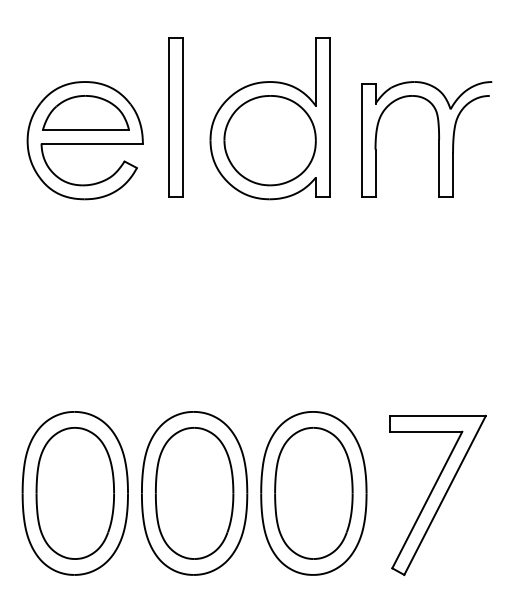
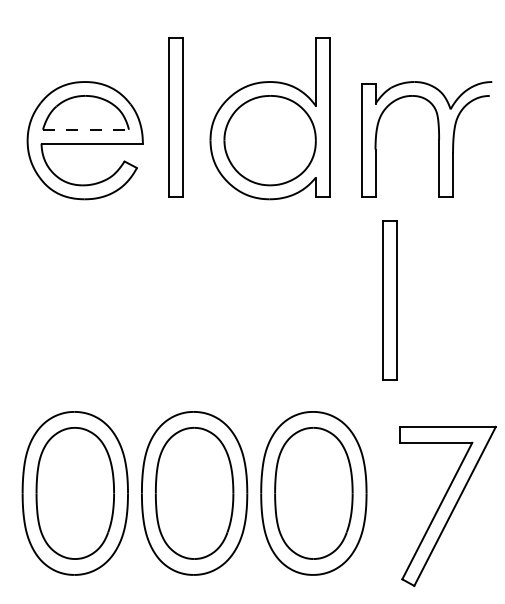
line at (86, 129): solid -> dashed
part at (389, 300): none -> present
part at (437, 495) position: (437, 495) -> (447, 506)
